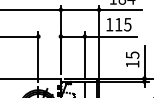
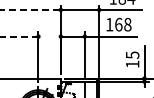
line at (29, 9): solid -> dashed
text at (123, 24): 115 -> 168
line at (18, 36): solid -> dashed
